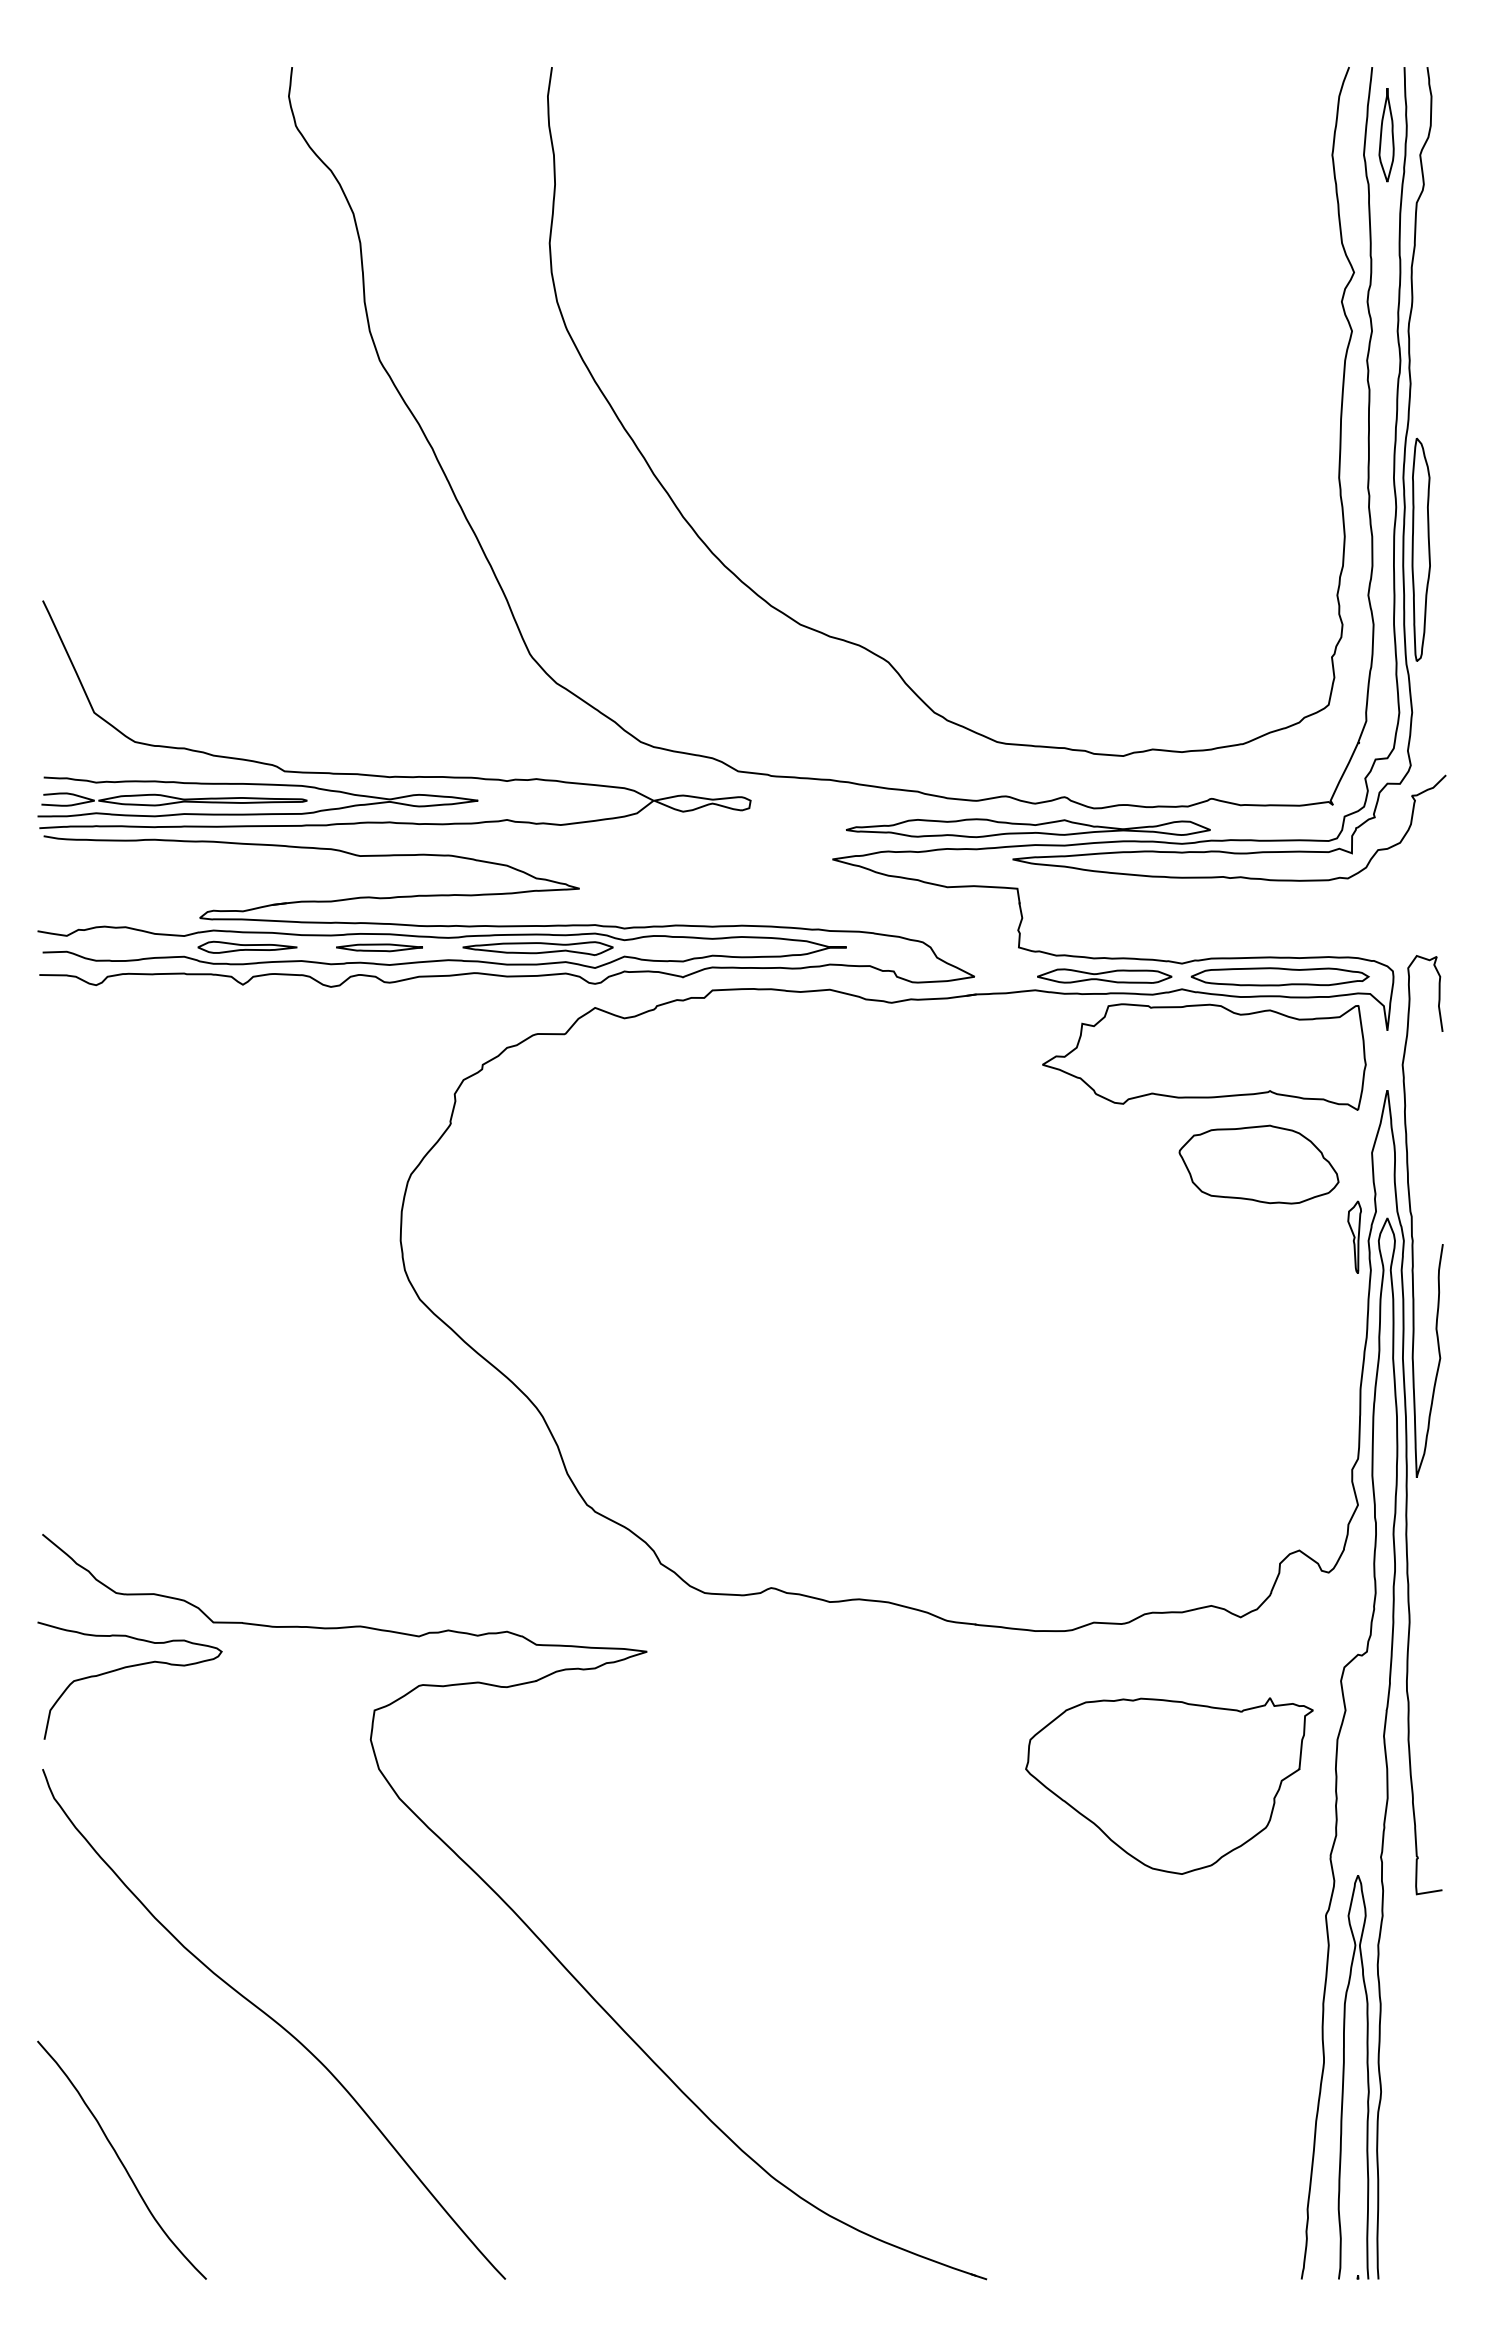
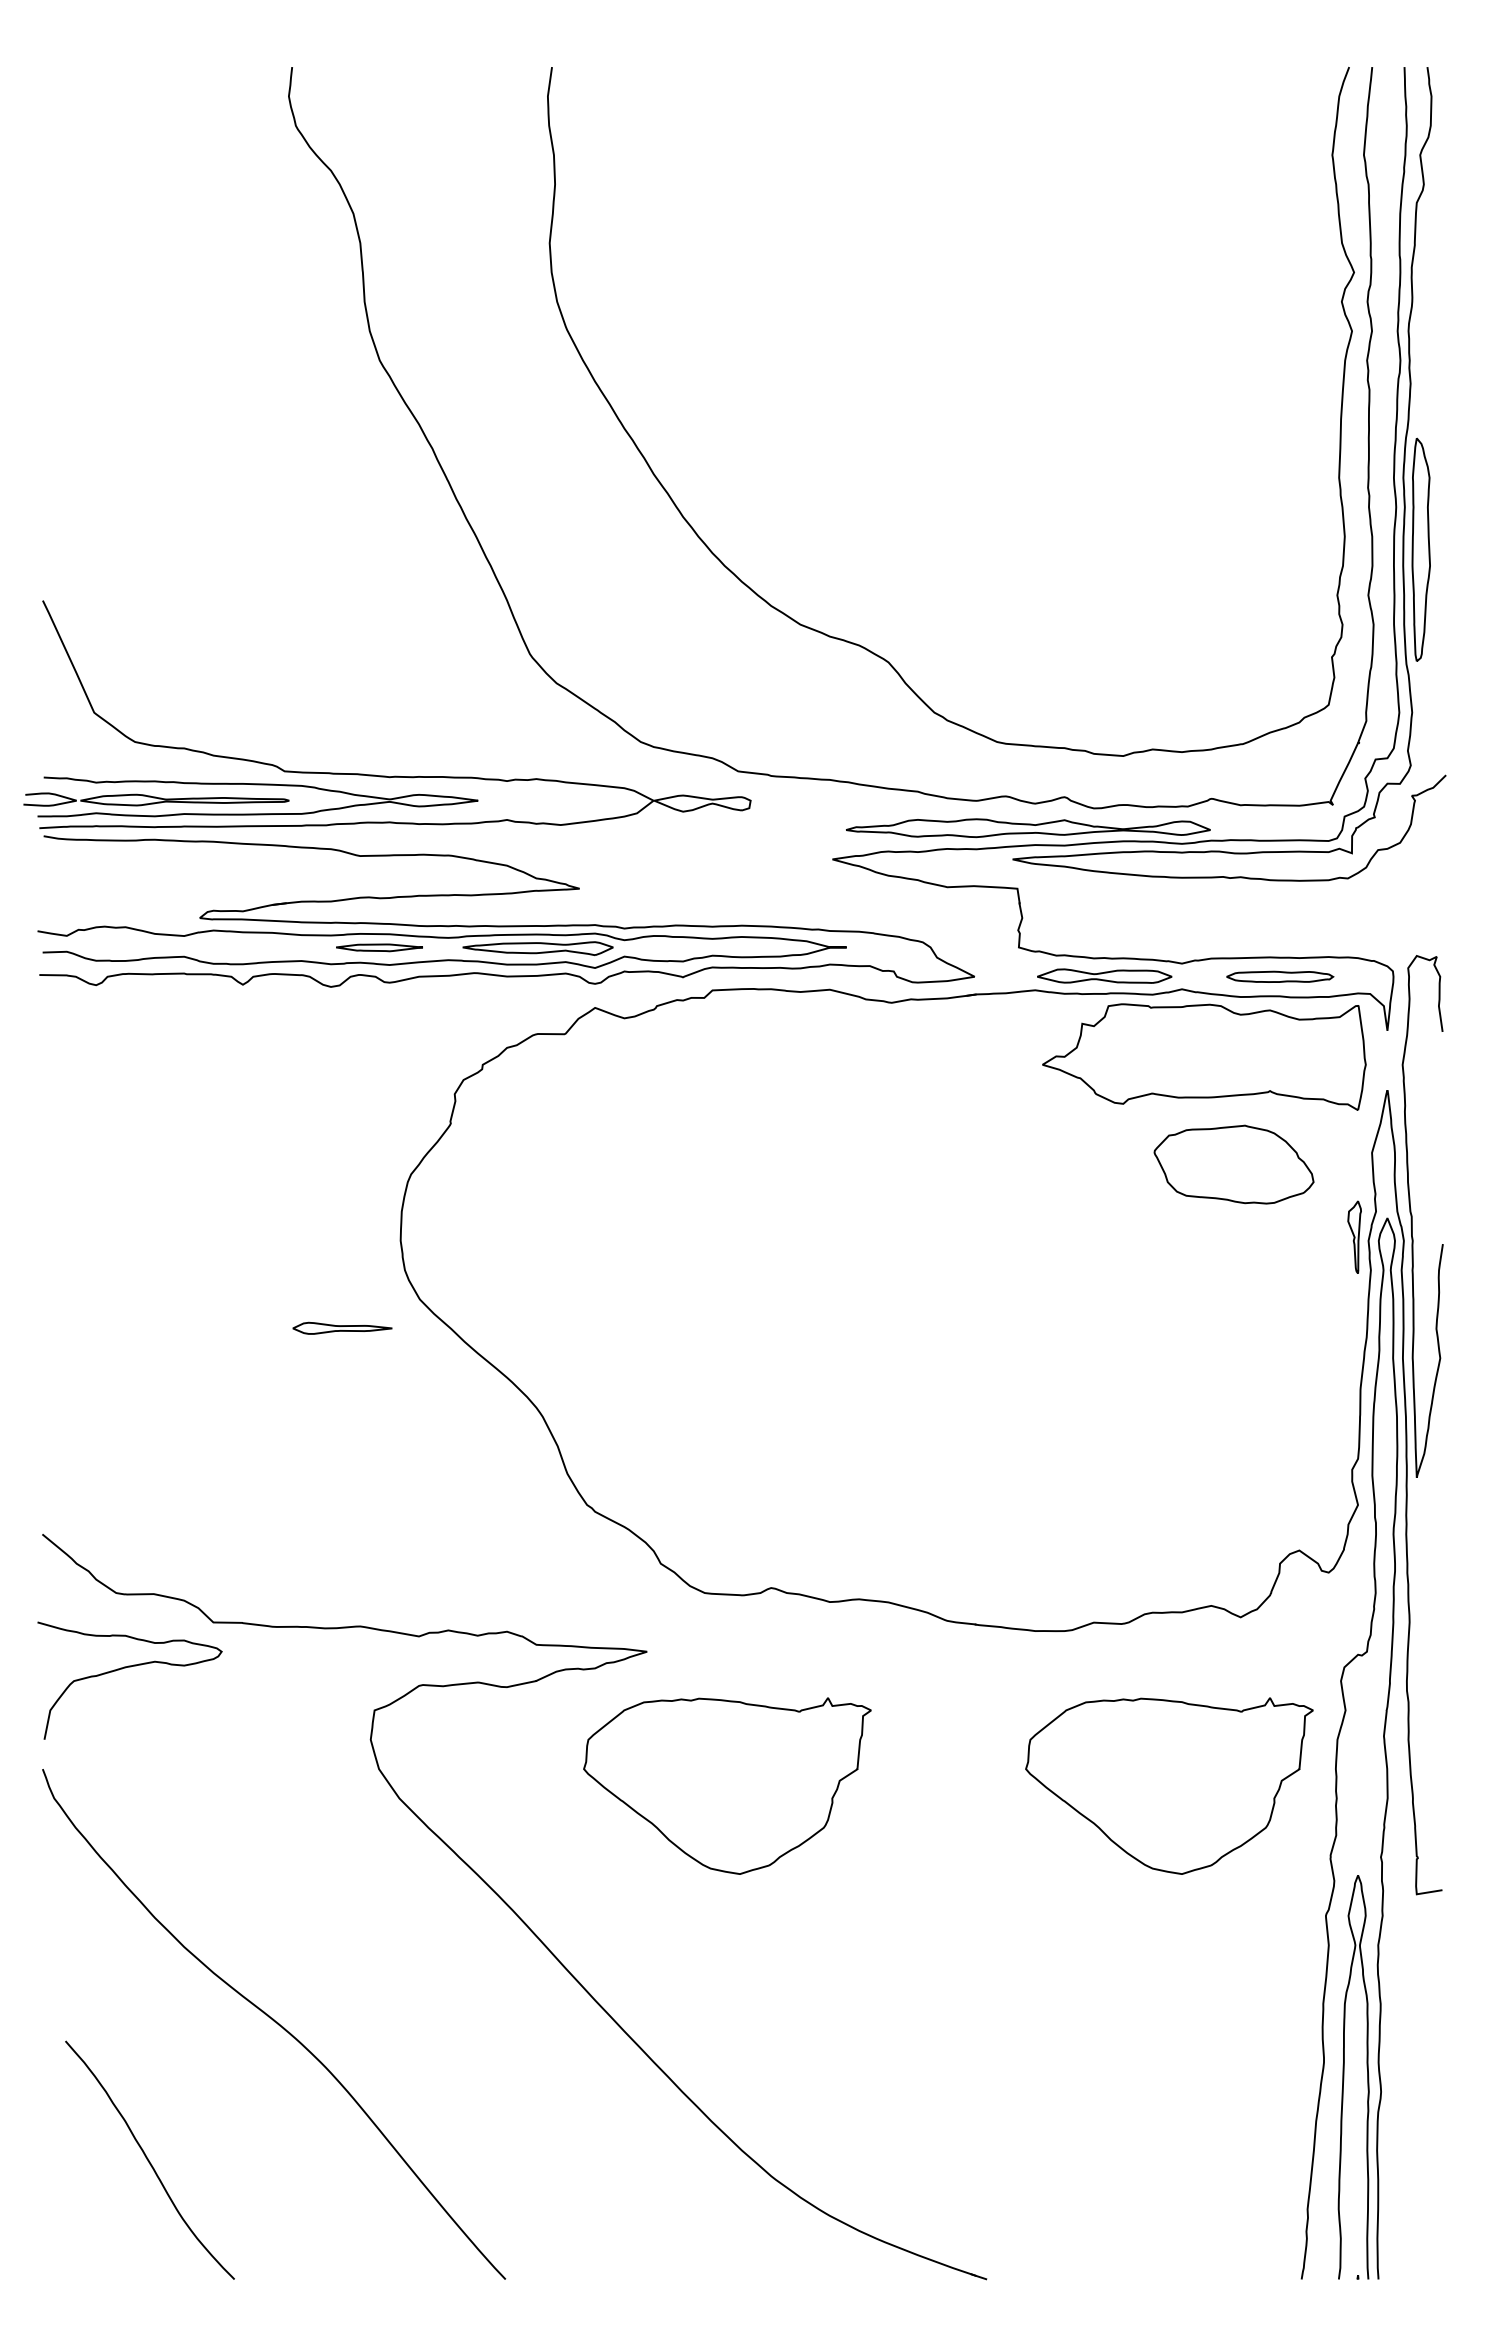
part at (1386, 135): present -> none
part at (174, 799) position: (174, 799) -> (156, 799)
part at (247, 946) position: (247, 946) -> (342, 1327)
part at (1279, 976) size: 180x20 px -> 109x13 px
part at (1258, 1164) position: (1258, 1164) -> (1233, 1164)
part at (727, 1785): none -> present
curve at (120, 2159) position: (120, 2159) -> (148, 2159)
